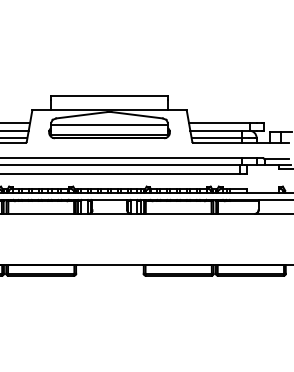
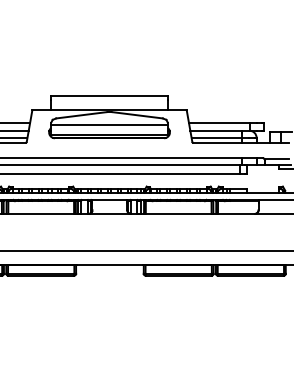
line at (146, 251): none -> present
